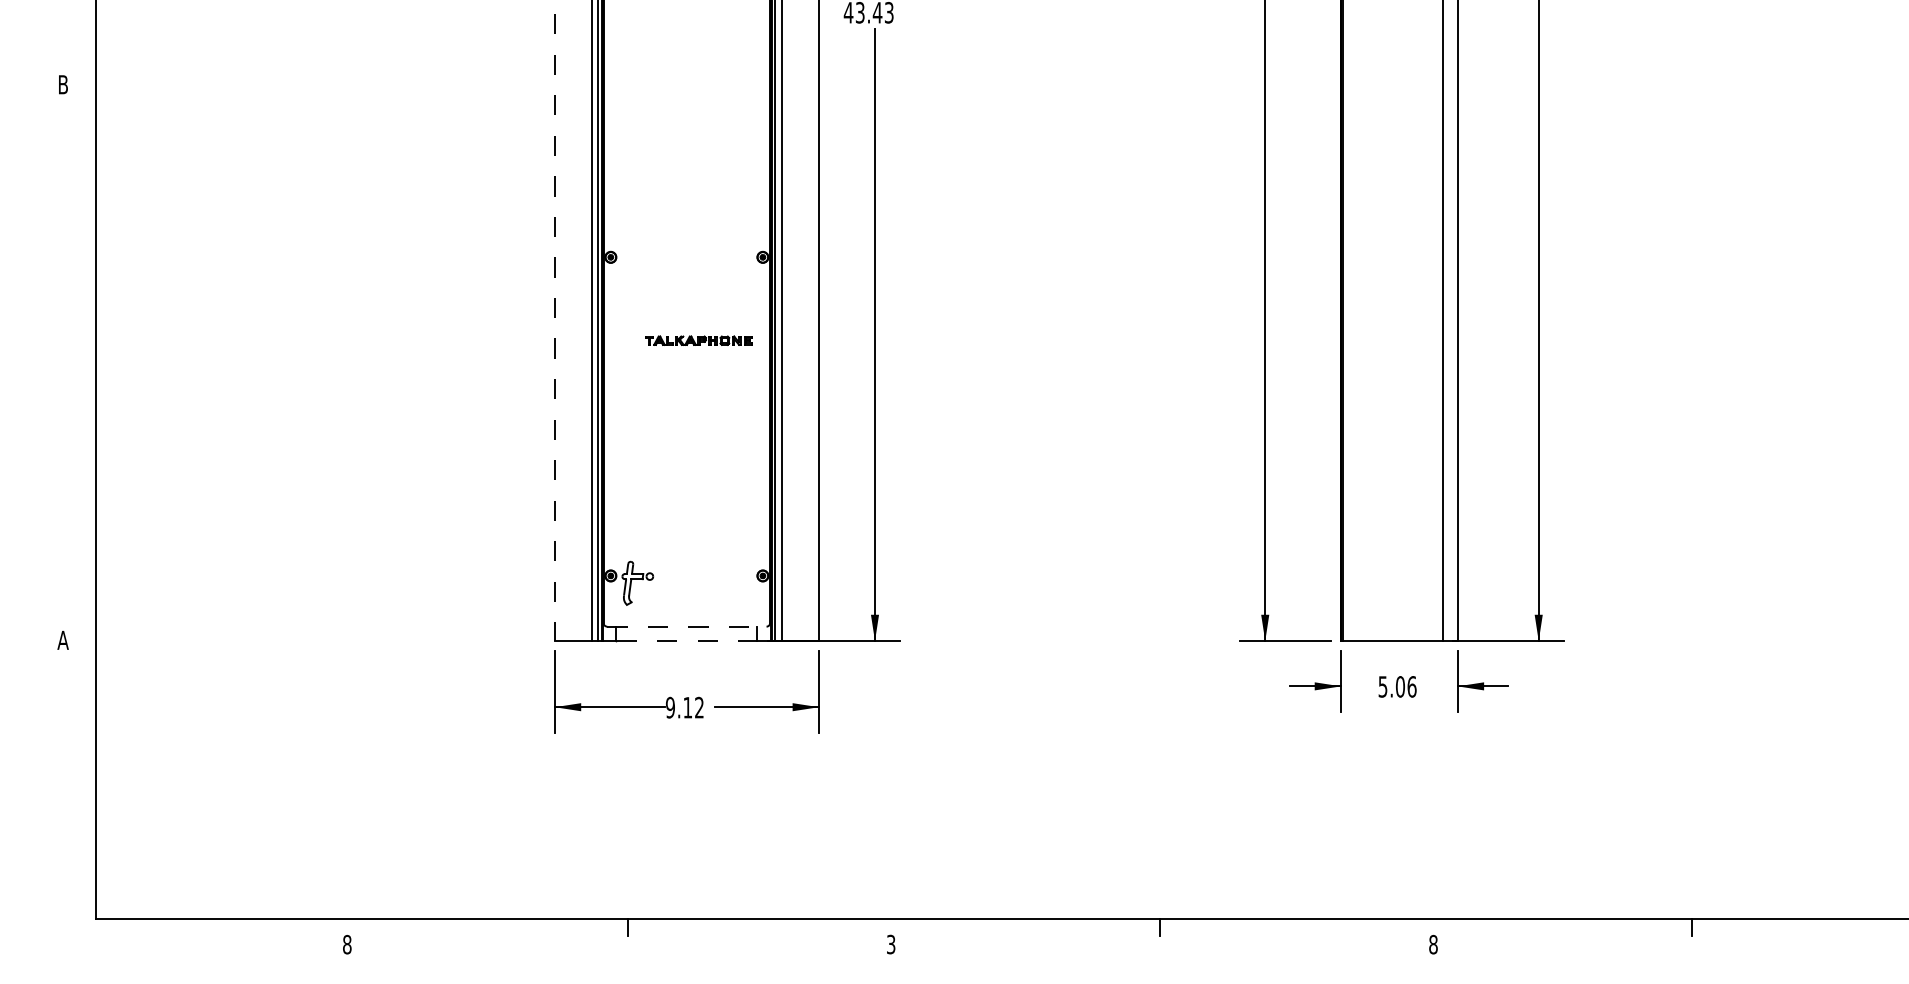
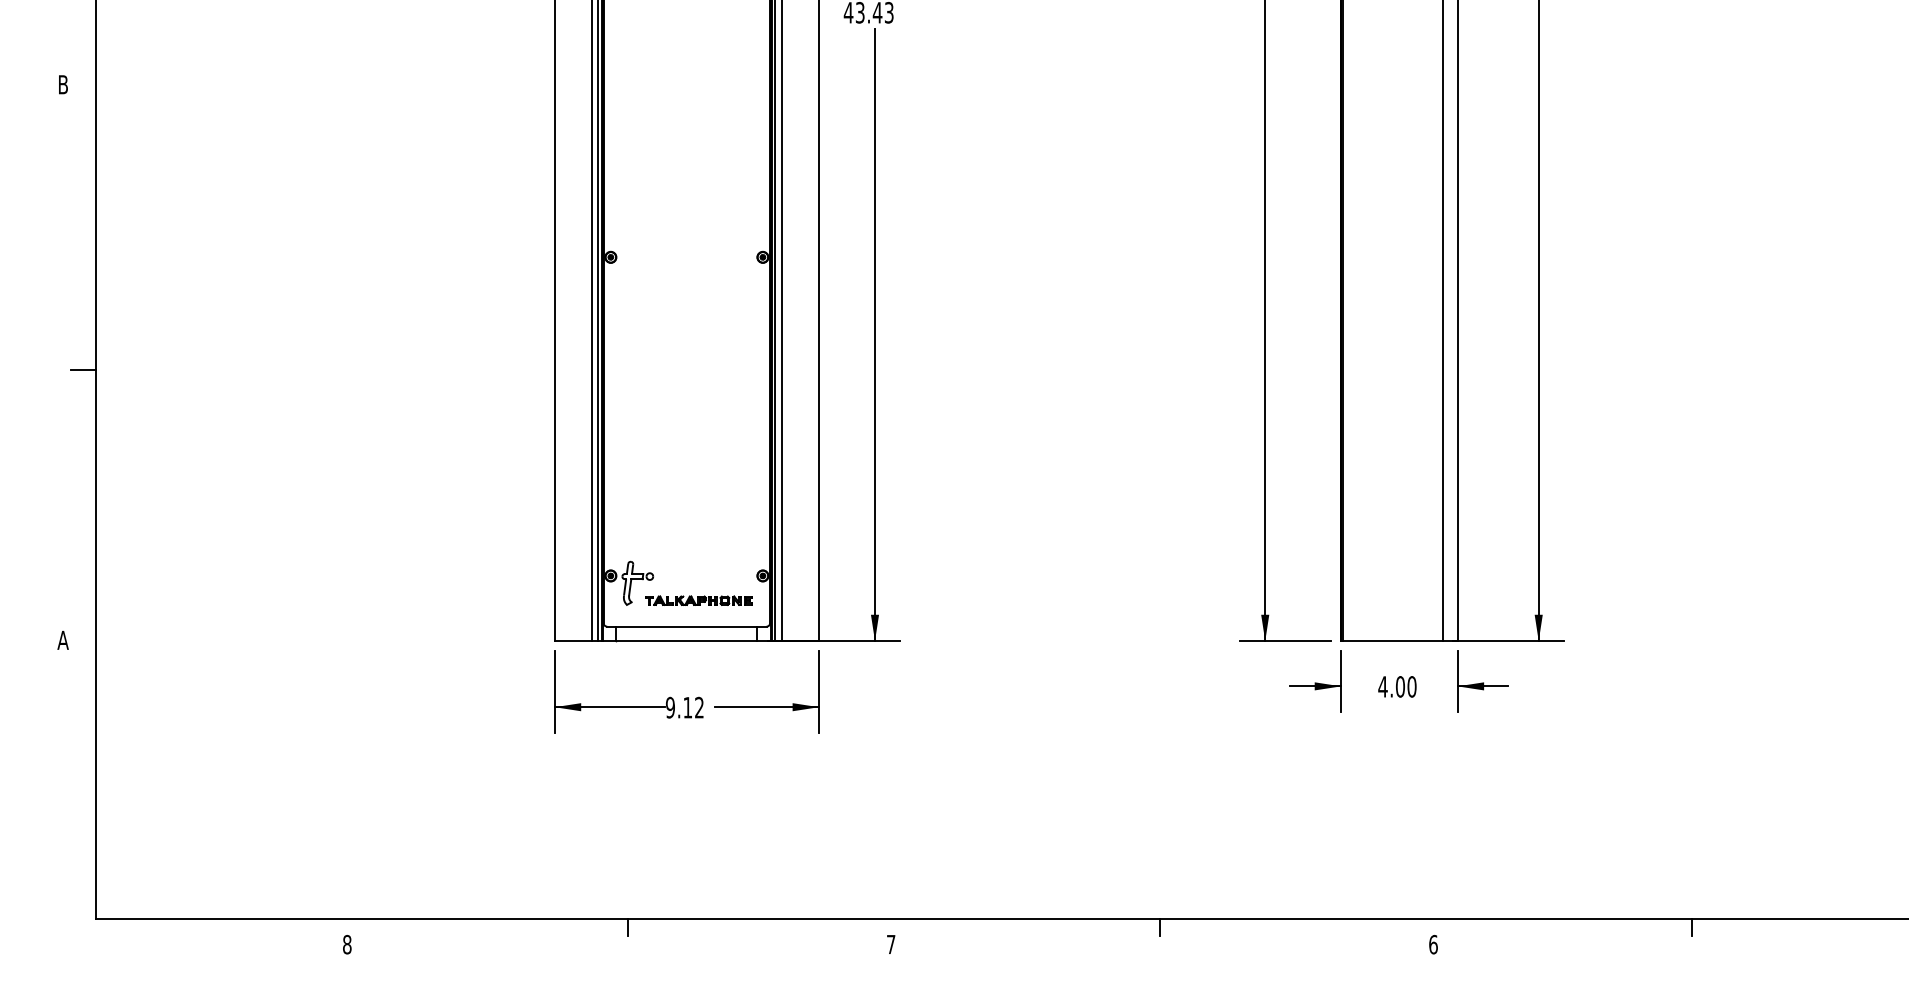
line at (554, 321): dashed -> solid
part at (698, 340) position: (698, 340) -> (698, 600)
line at (82, 369): none -> present
line at (686, 626): dashed -> solid
line at (686, 641): dashed -> solid
text at (1397, 686): 5.06 -> 4.00
text at (891, 944): 3 -> 7
text at (1433, 944): 8 -> 6
